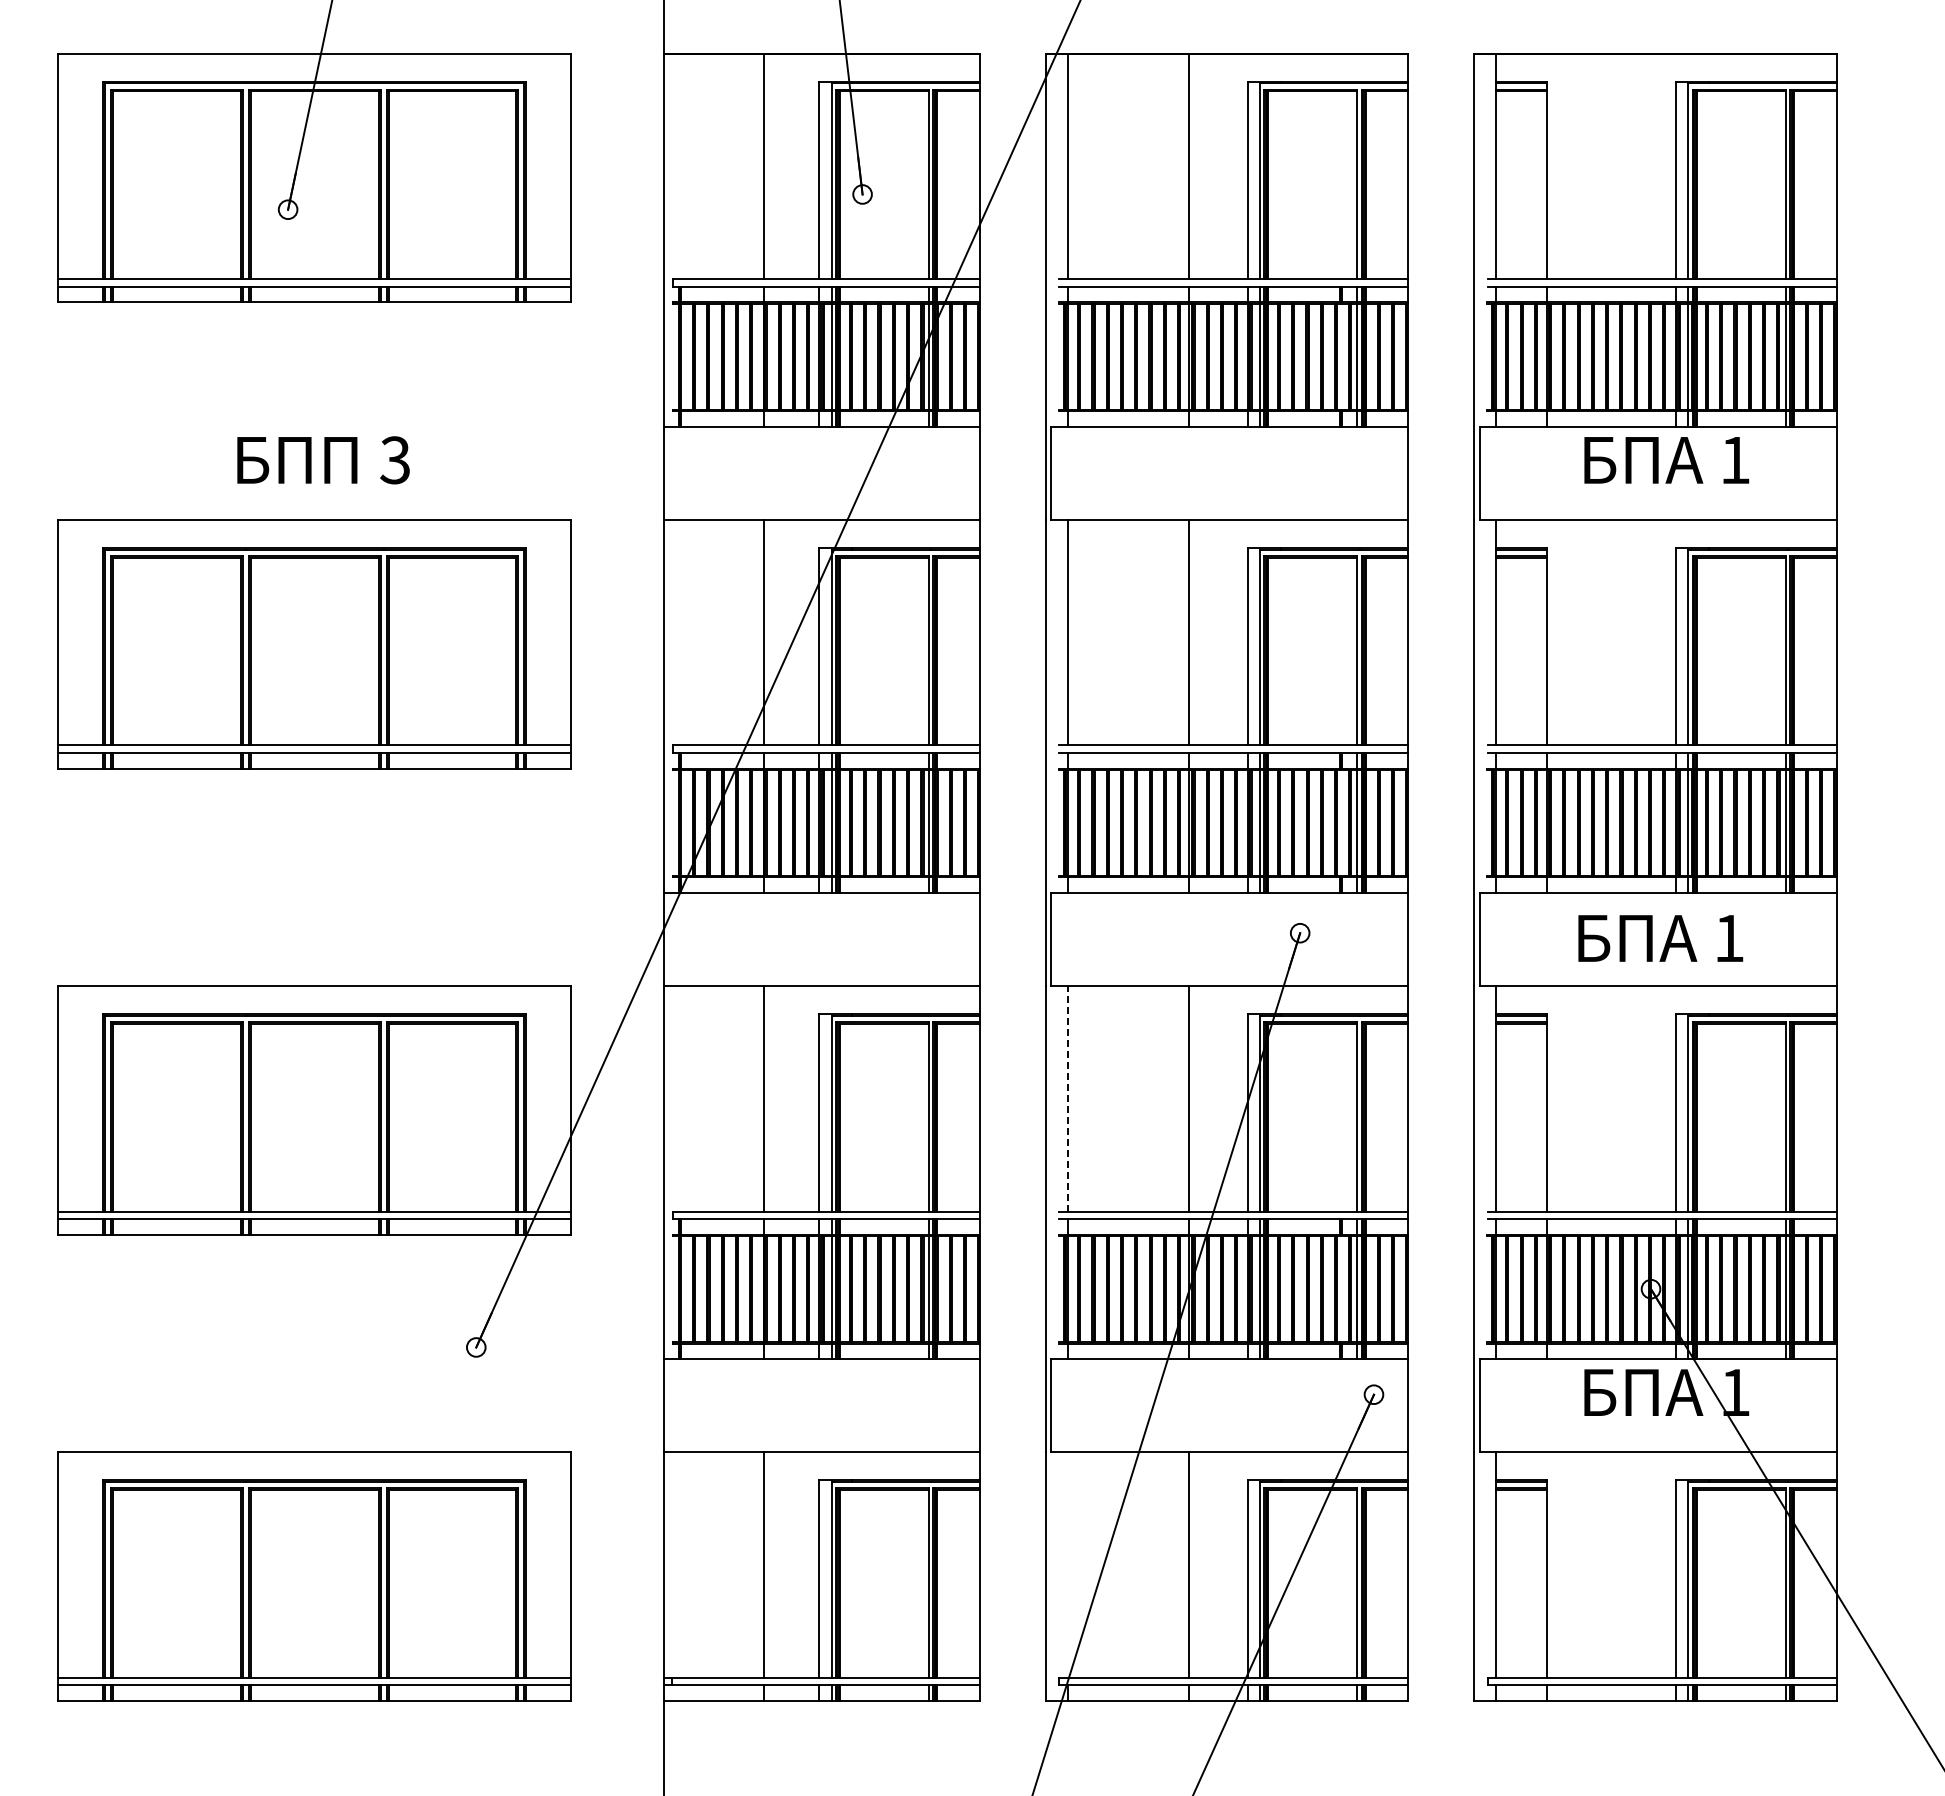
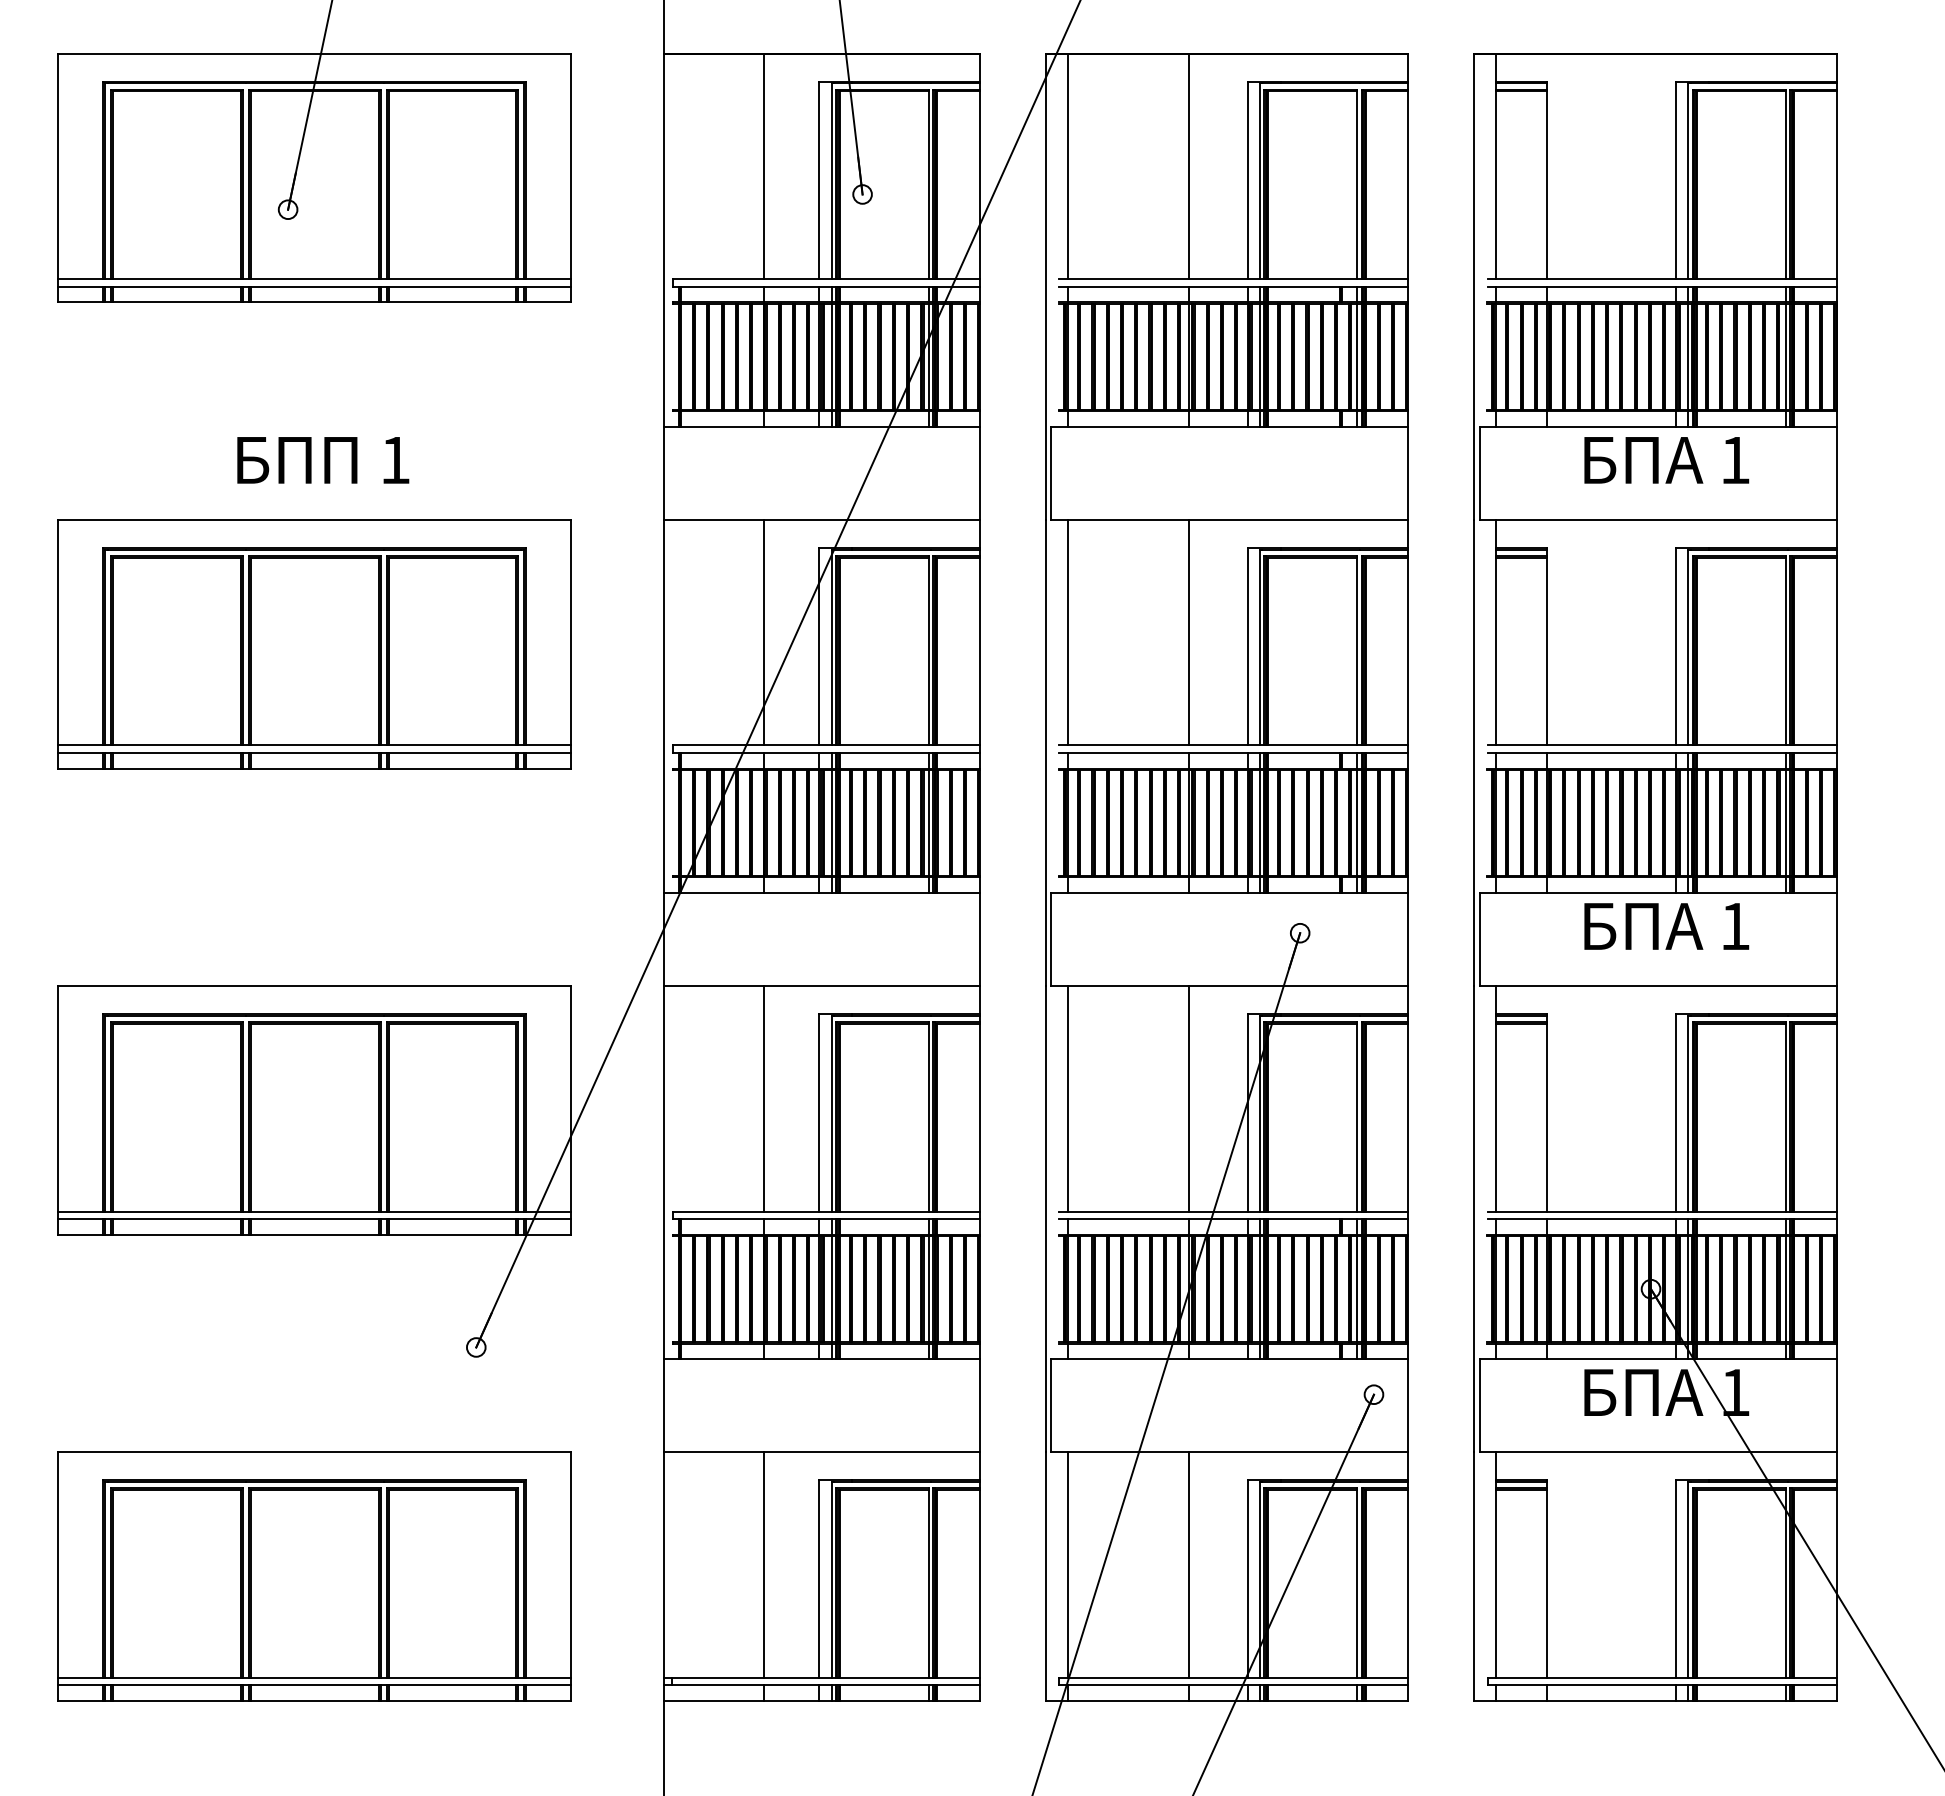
text at (394, 460): 3 -> 1
text at (1660, 938) position: (1660, 938) -> (1666, 926)
line at (1067, 1098): dashed -> solid
line at (1067, 1564): none -> present
